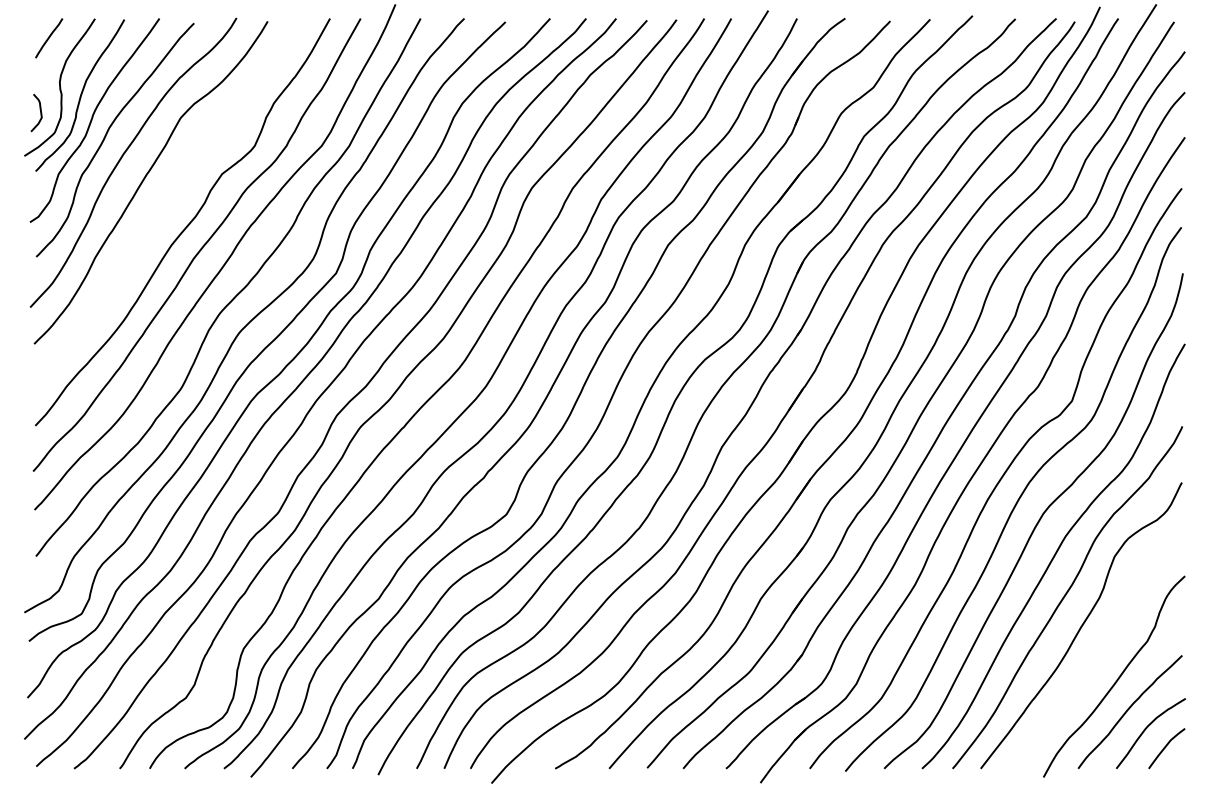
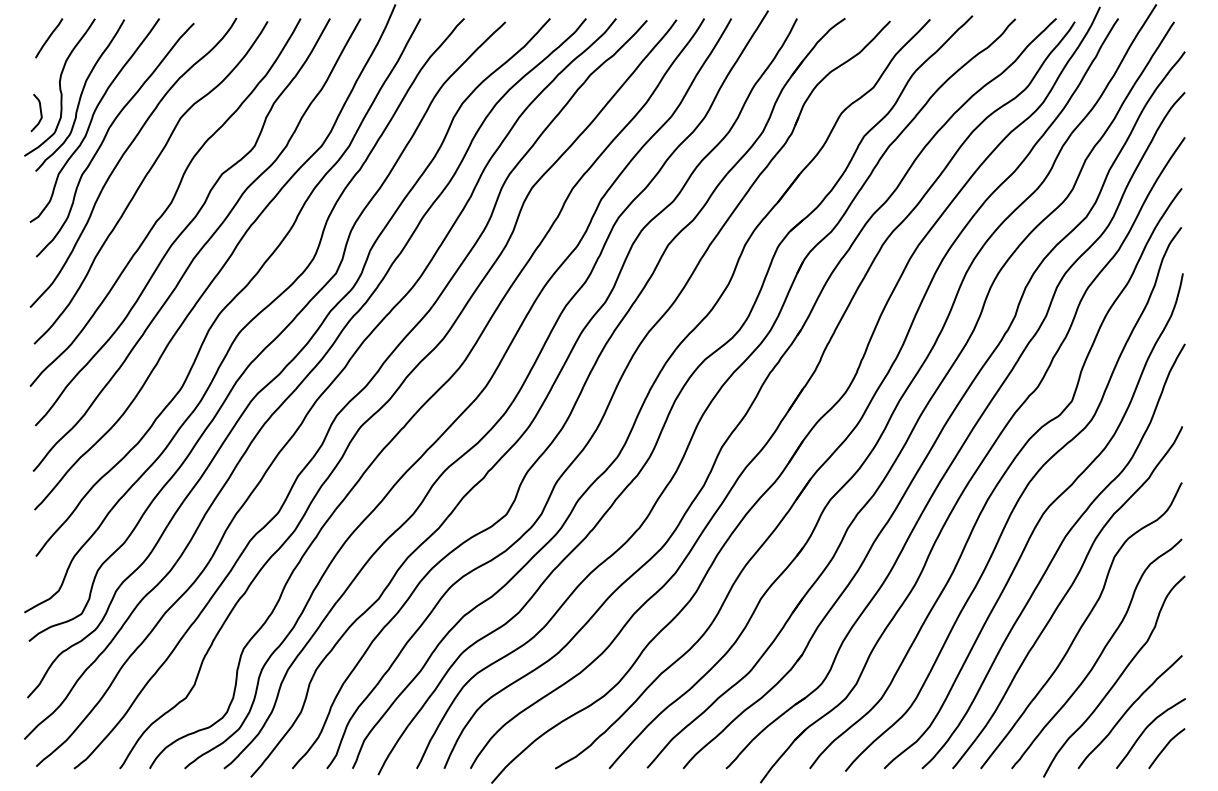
curve at (168, 204): none -> present
curve at (1099, 654): none -> present
